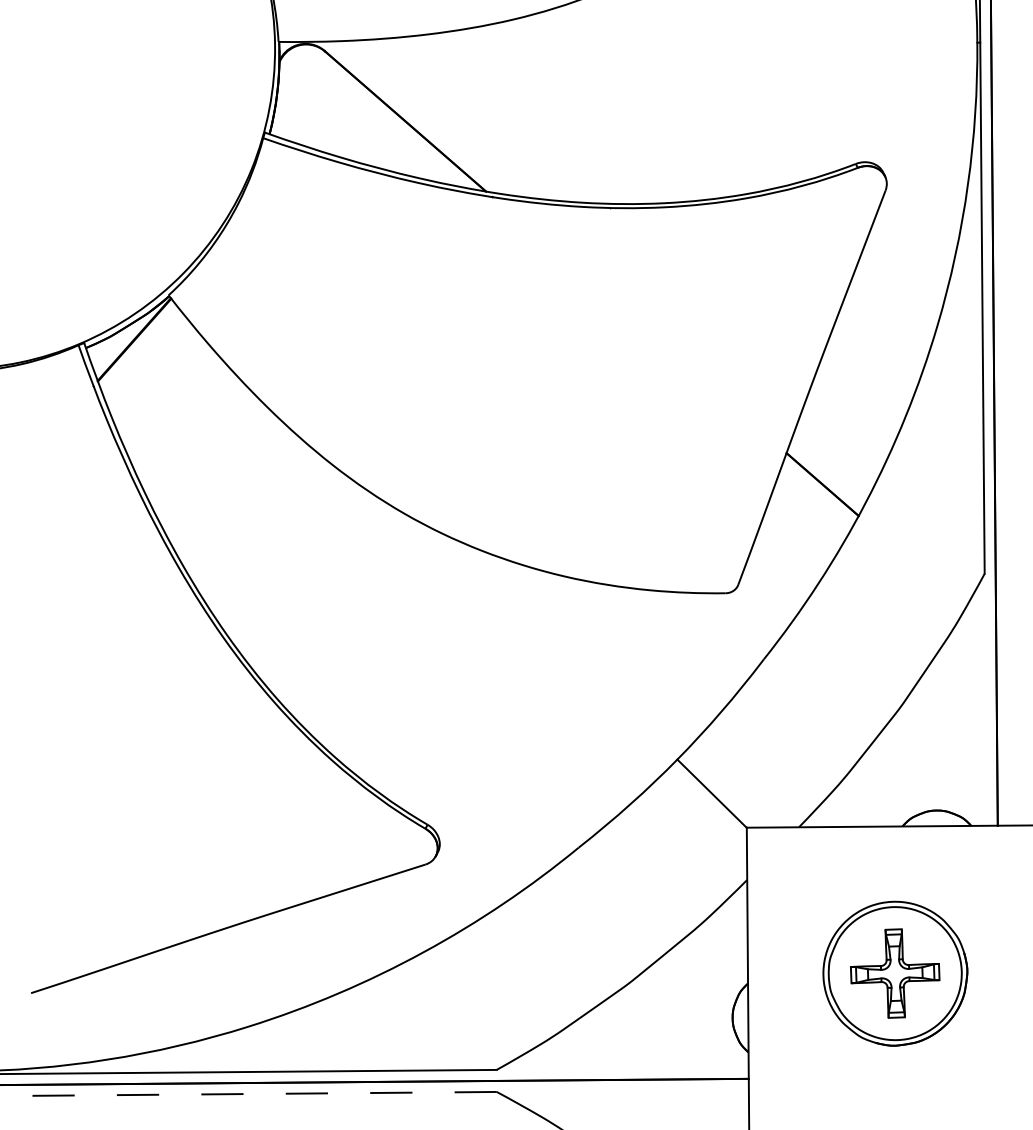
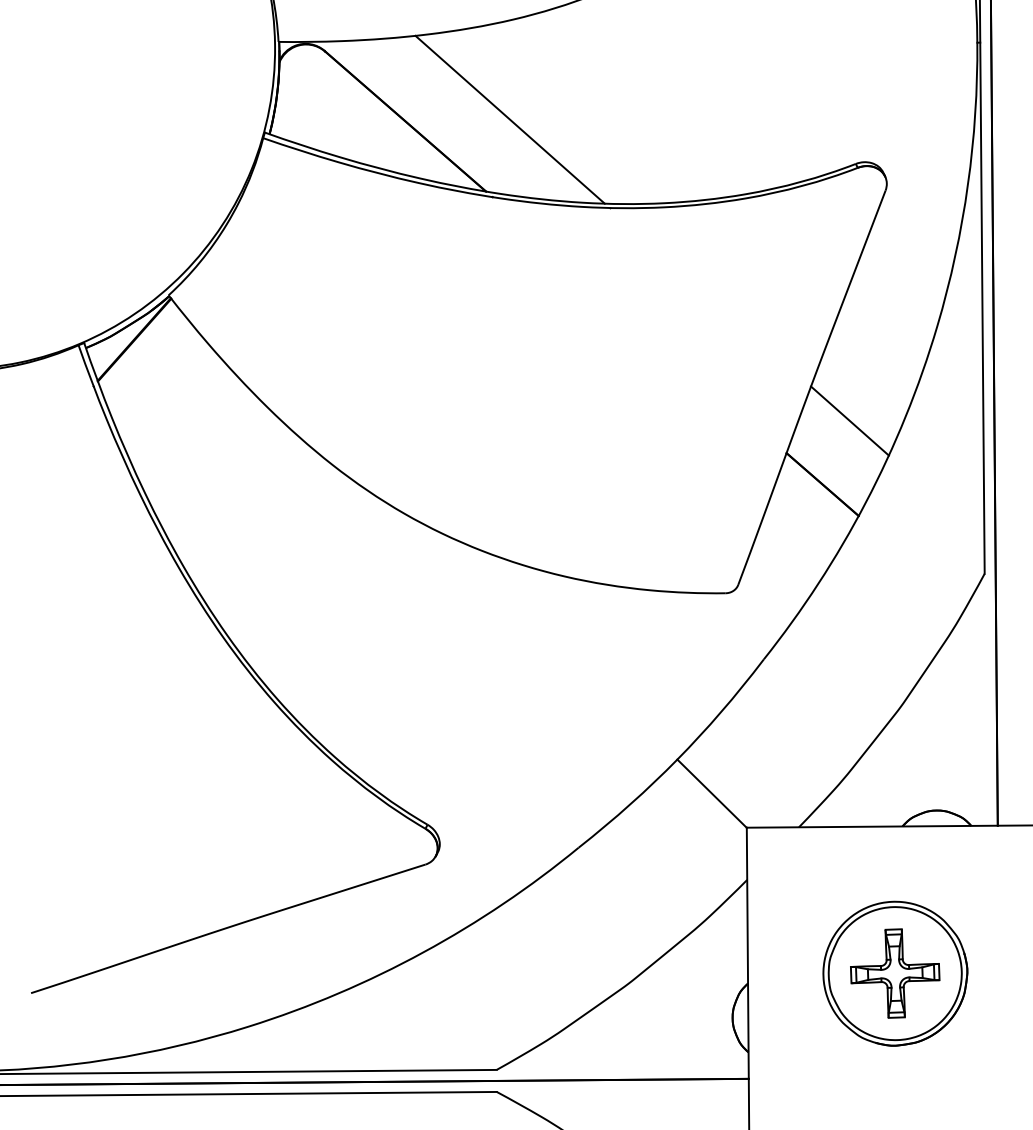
line at (509, 119): none -> present
line at (849, 420): none -> present
line at (247, 1094): dashed -> solid
